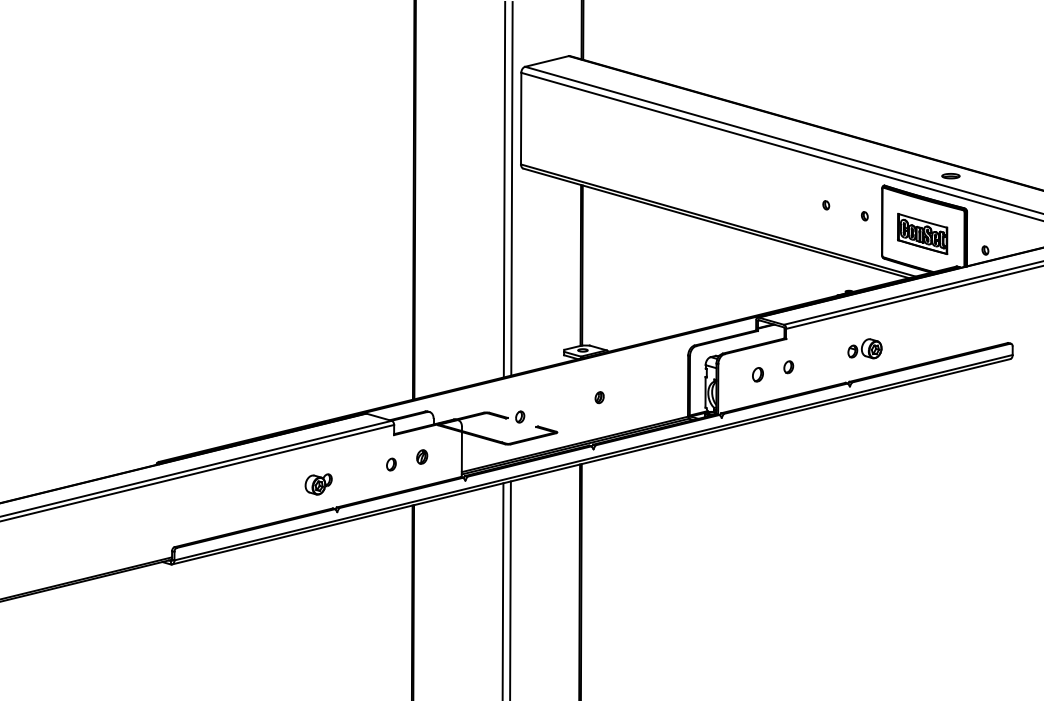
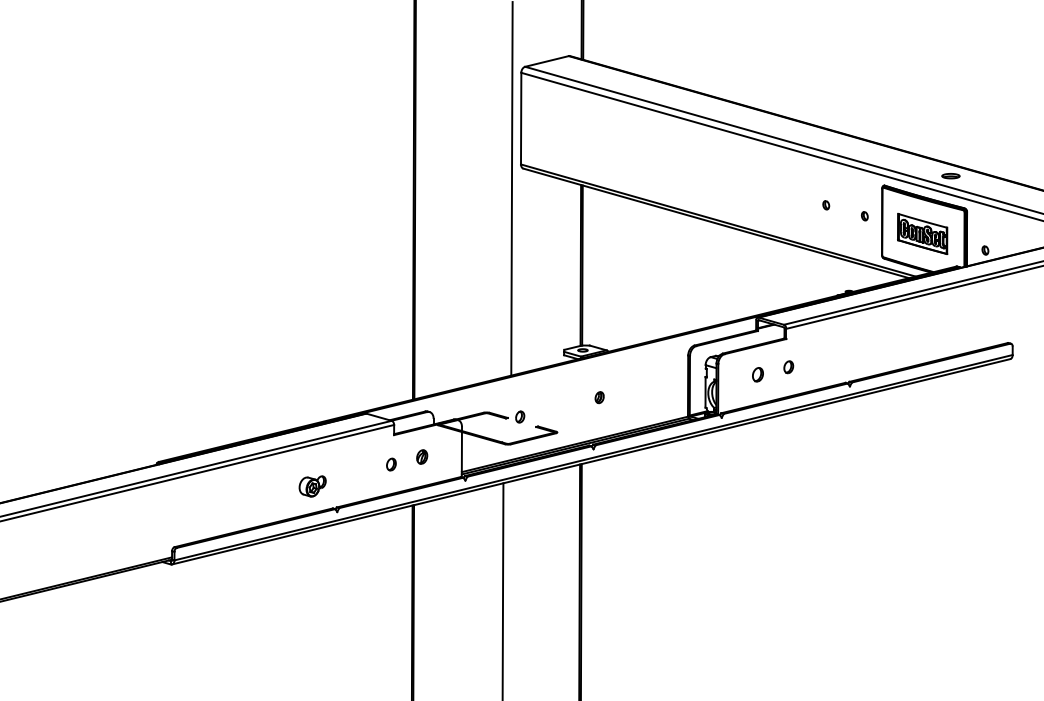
line at (504, 189): present -> none
part at (864, 348): present -> none
part at (318, 484) position: (318, 484) -> (312, 486)
line at (510, 589): present -> none
